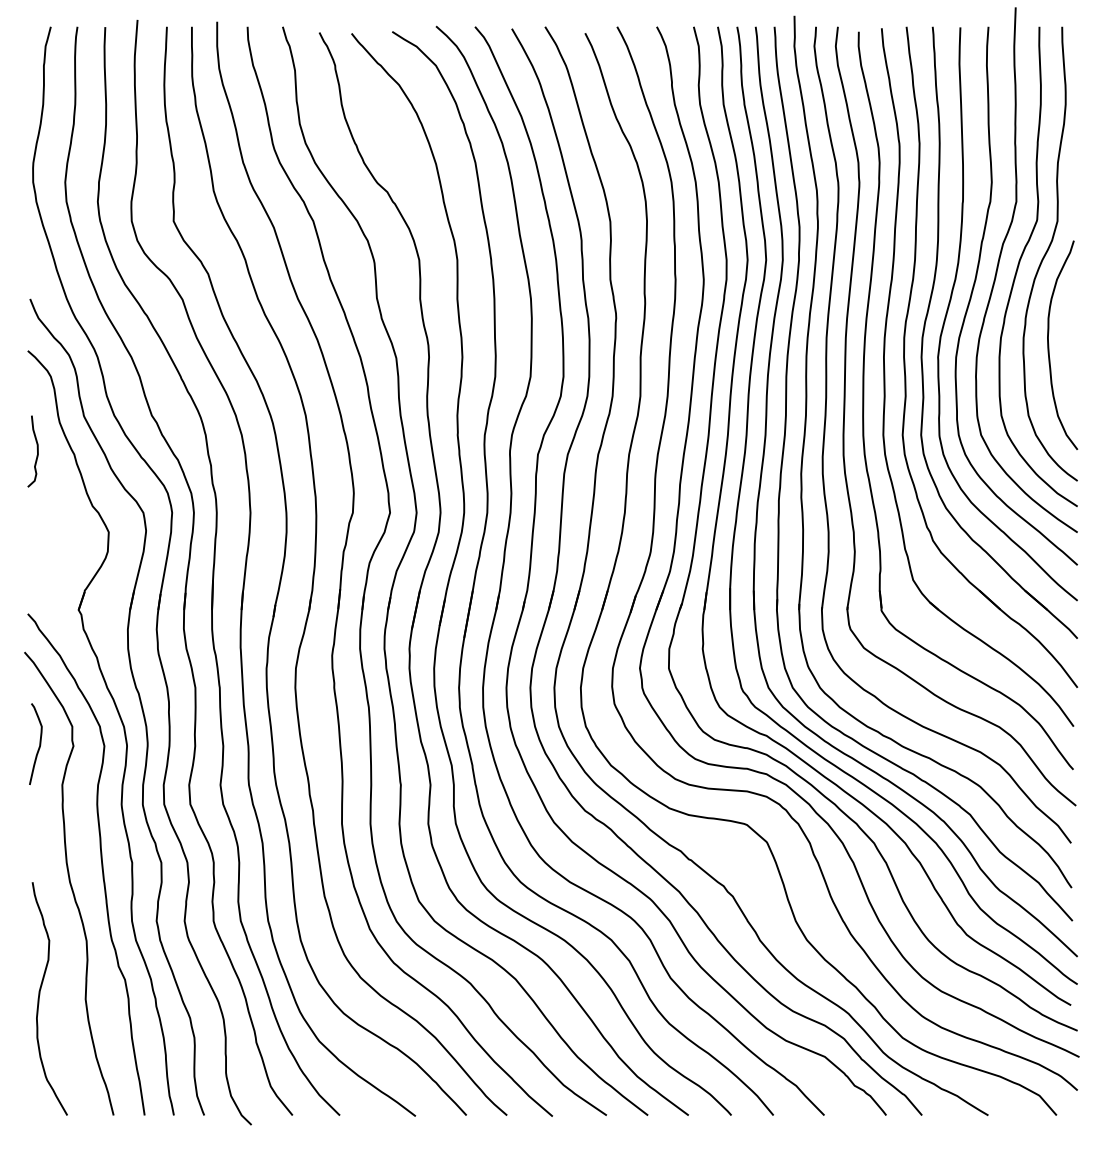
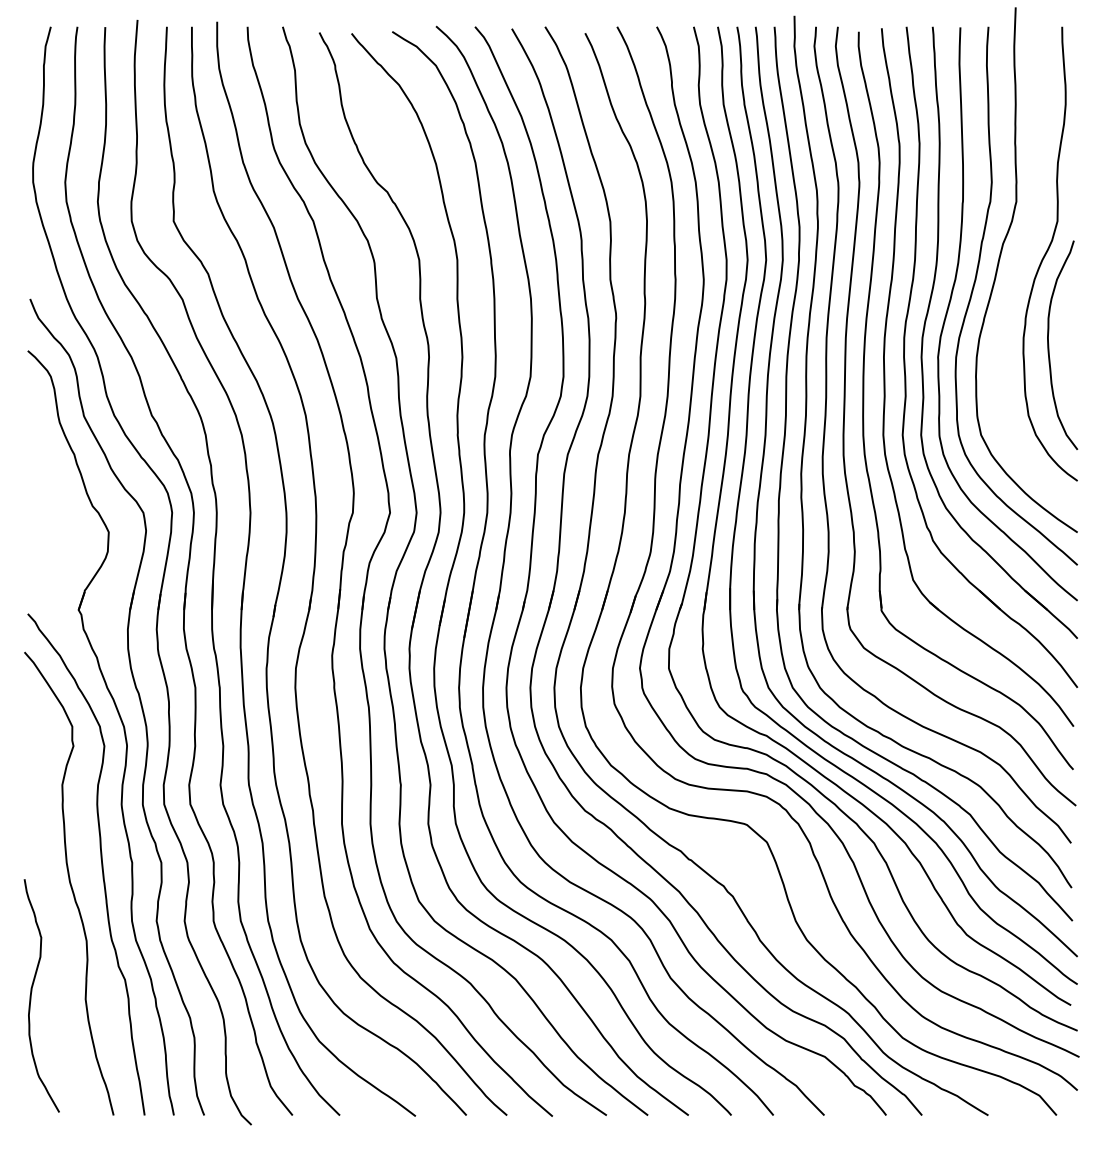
curve at (1021, 259): present -> none
curve at (36, 448): present -> none
curve at (39, 743): present -> none
curve at (40, 995) position: (40, 995) -> (32, 992)
